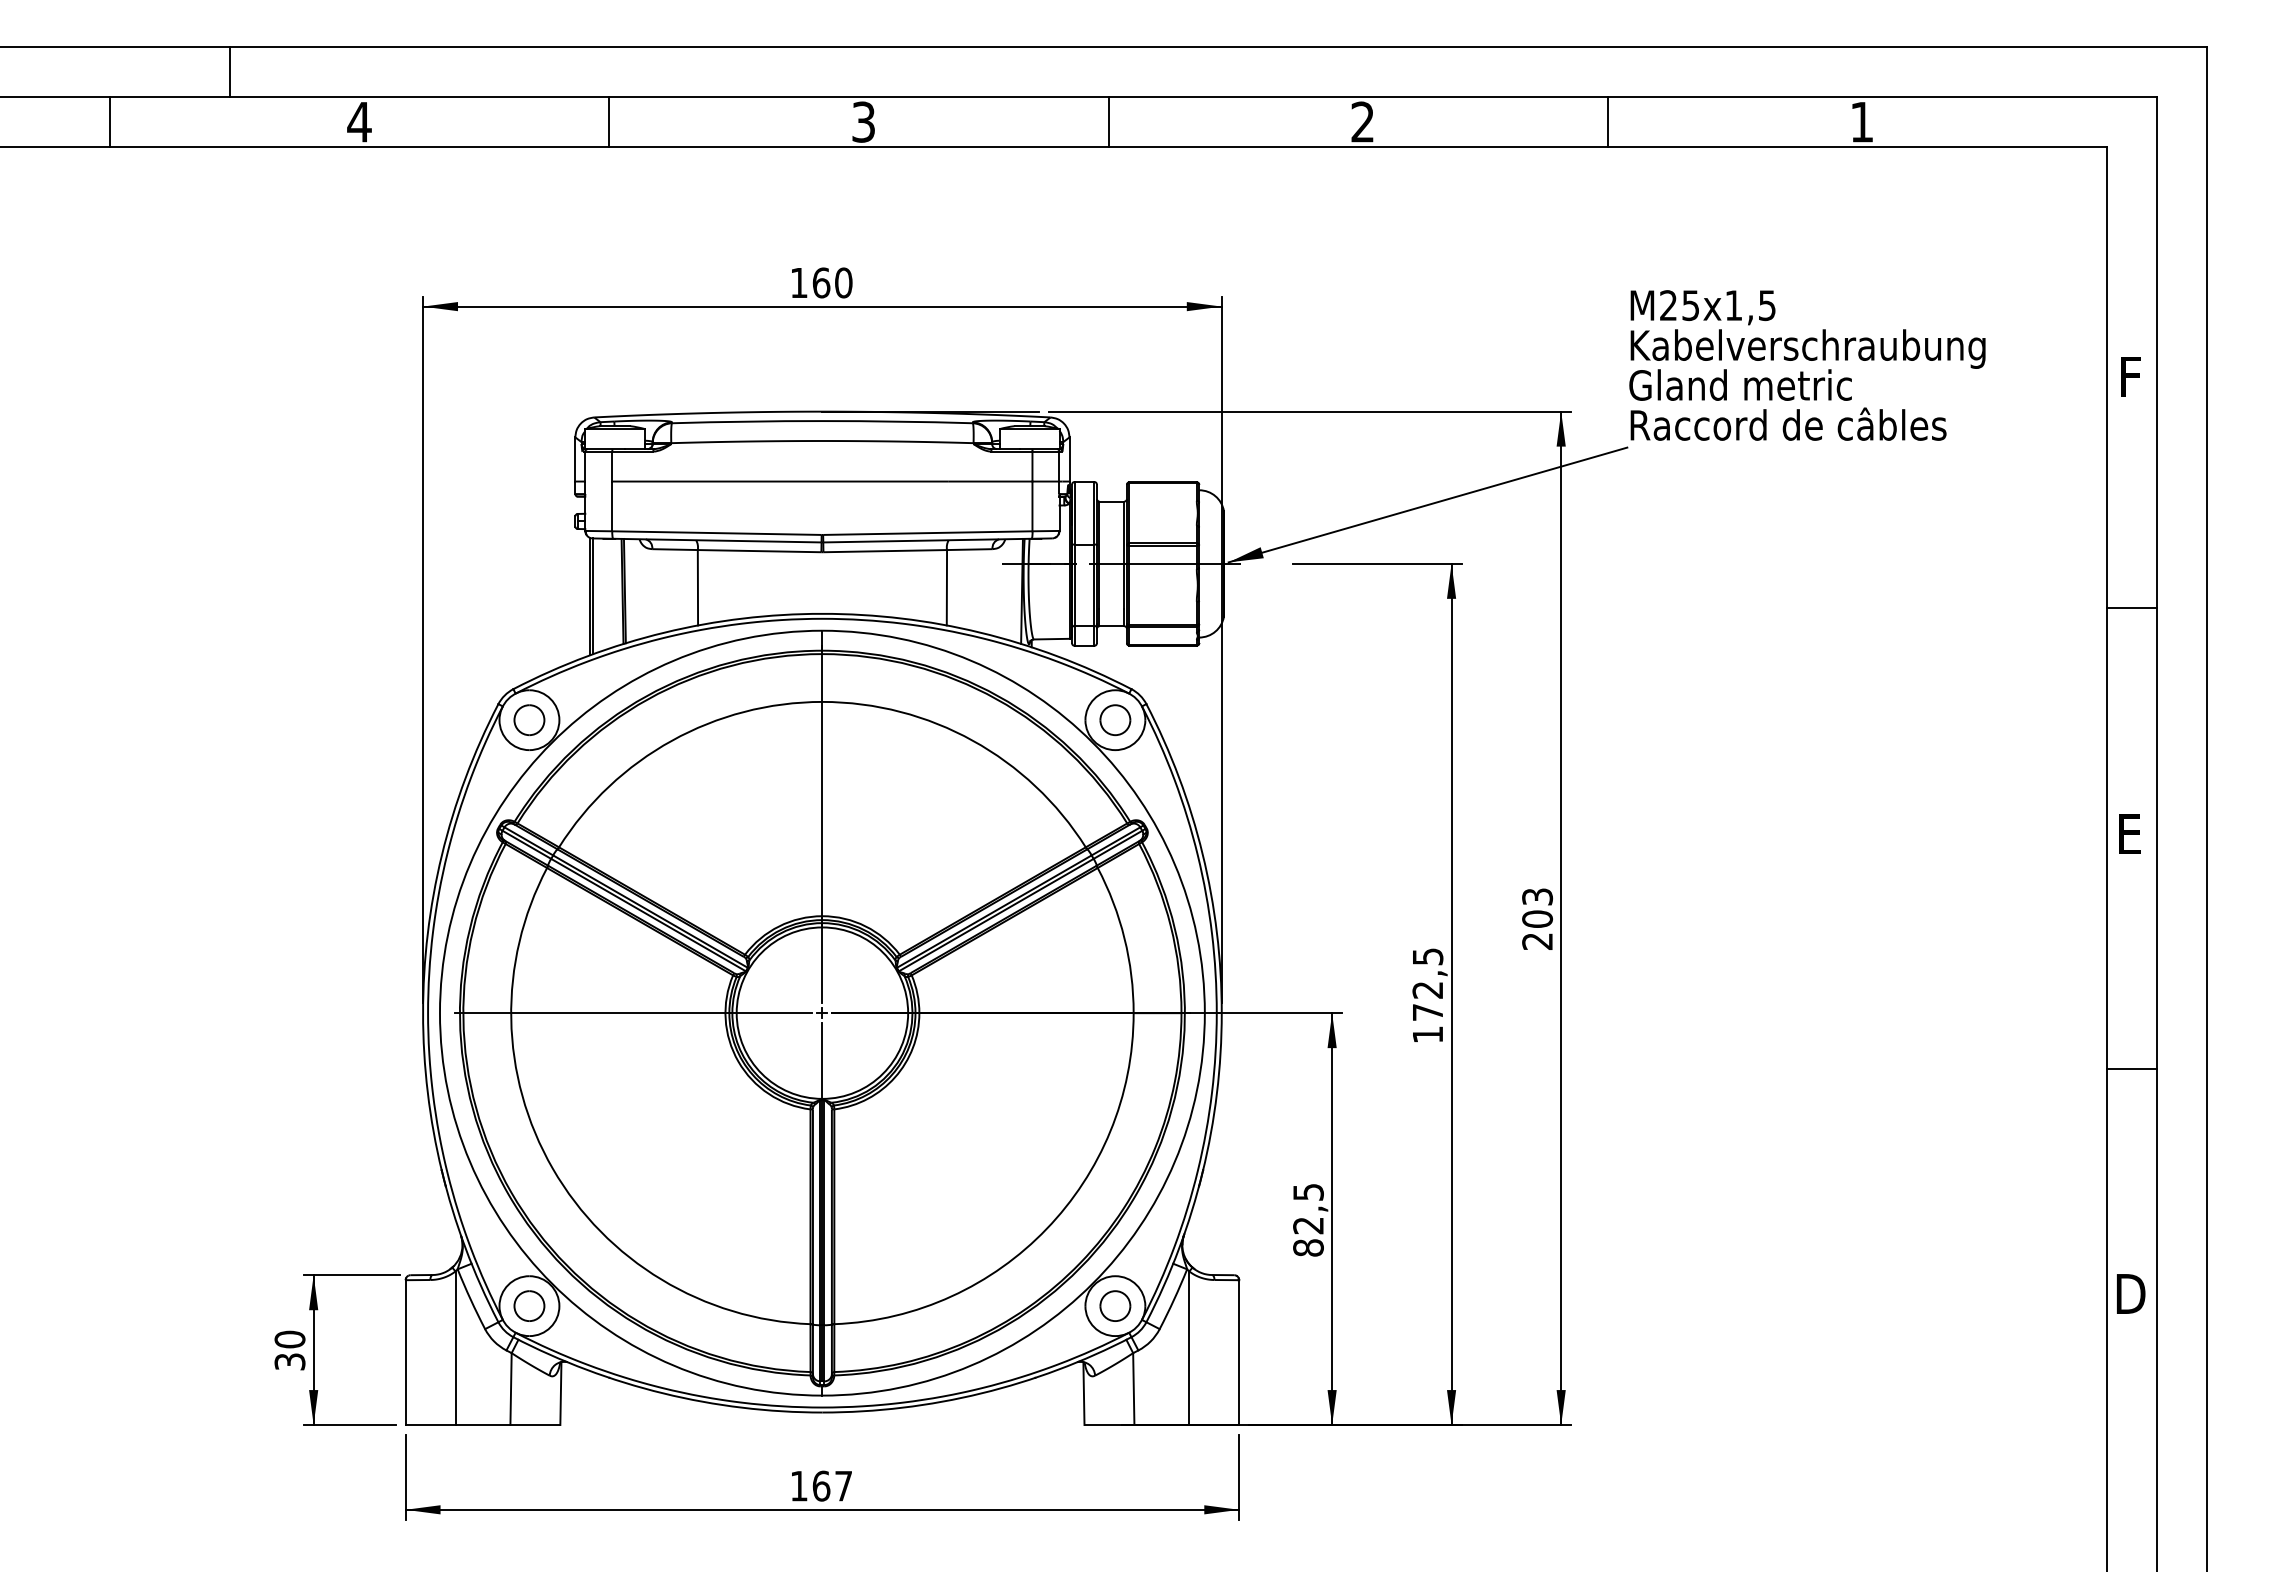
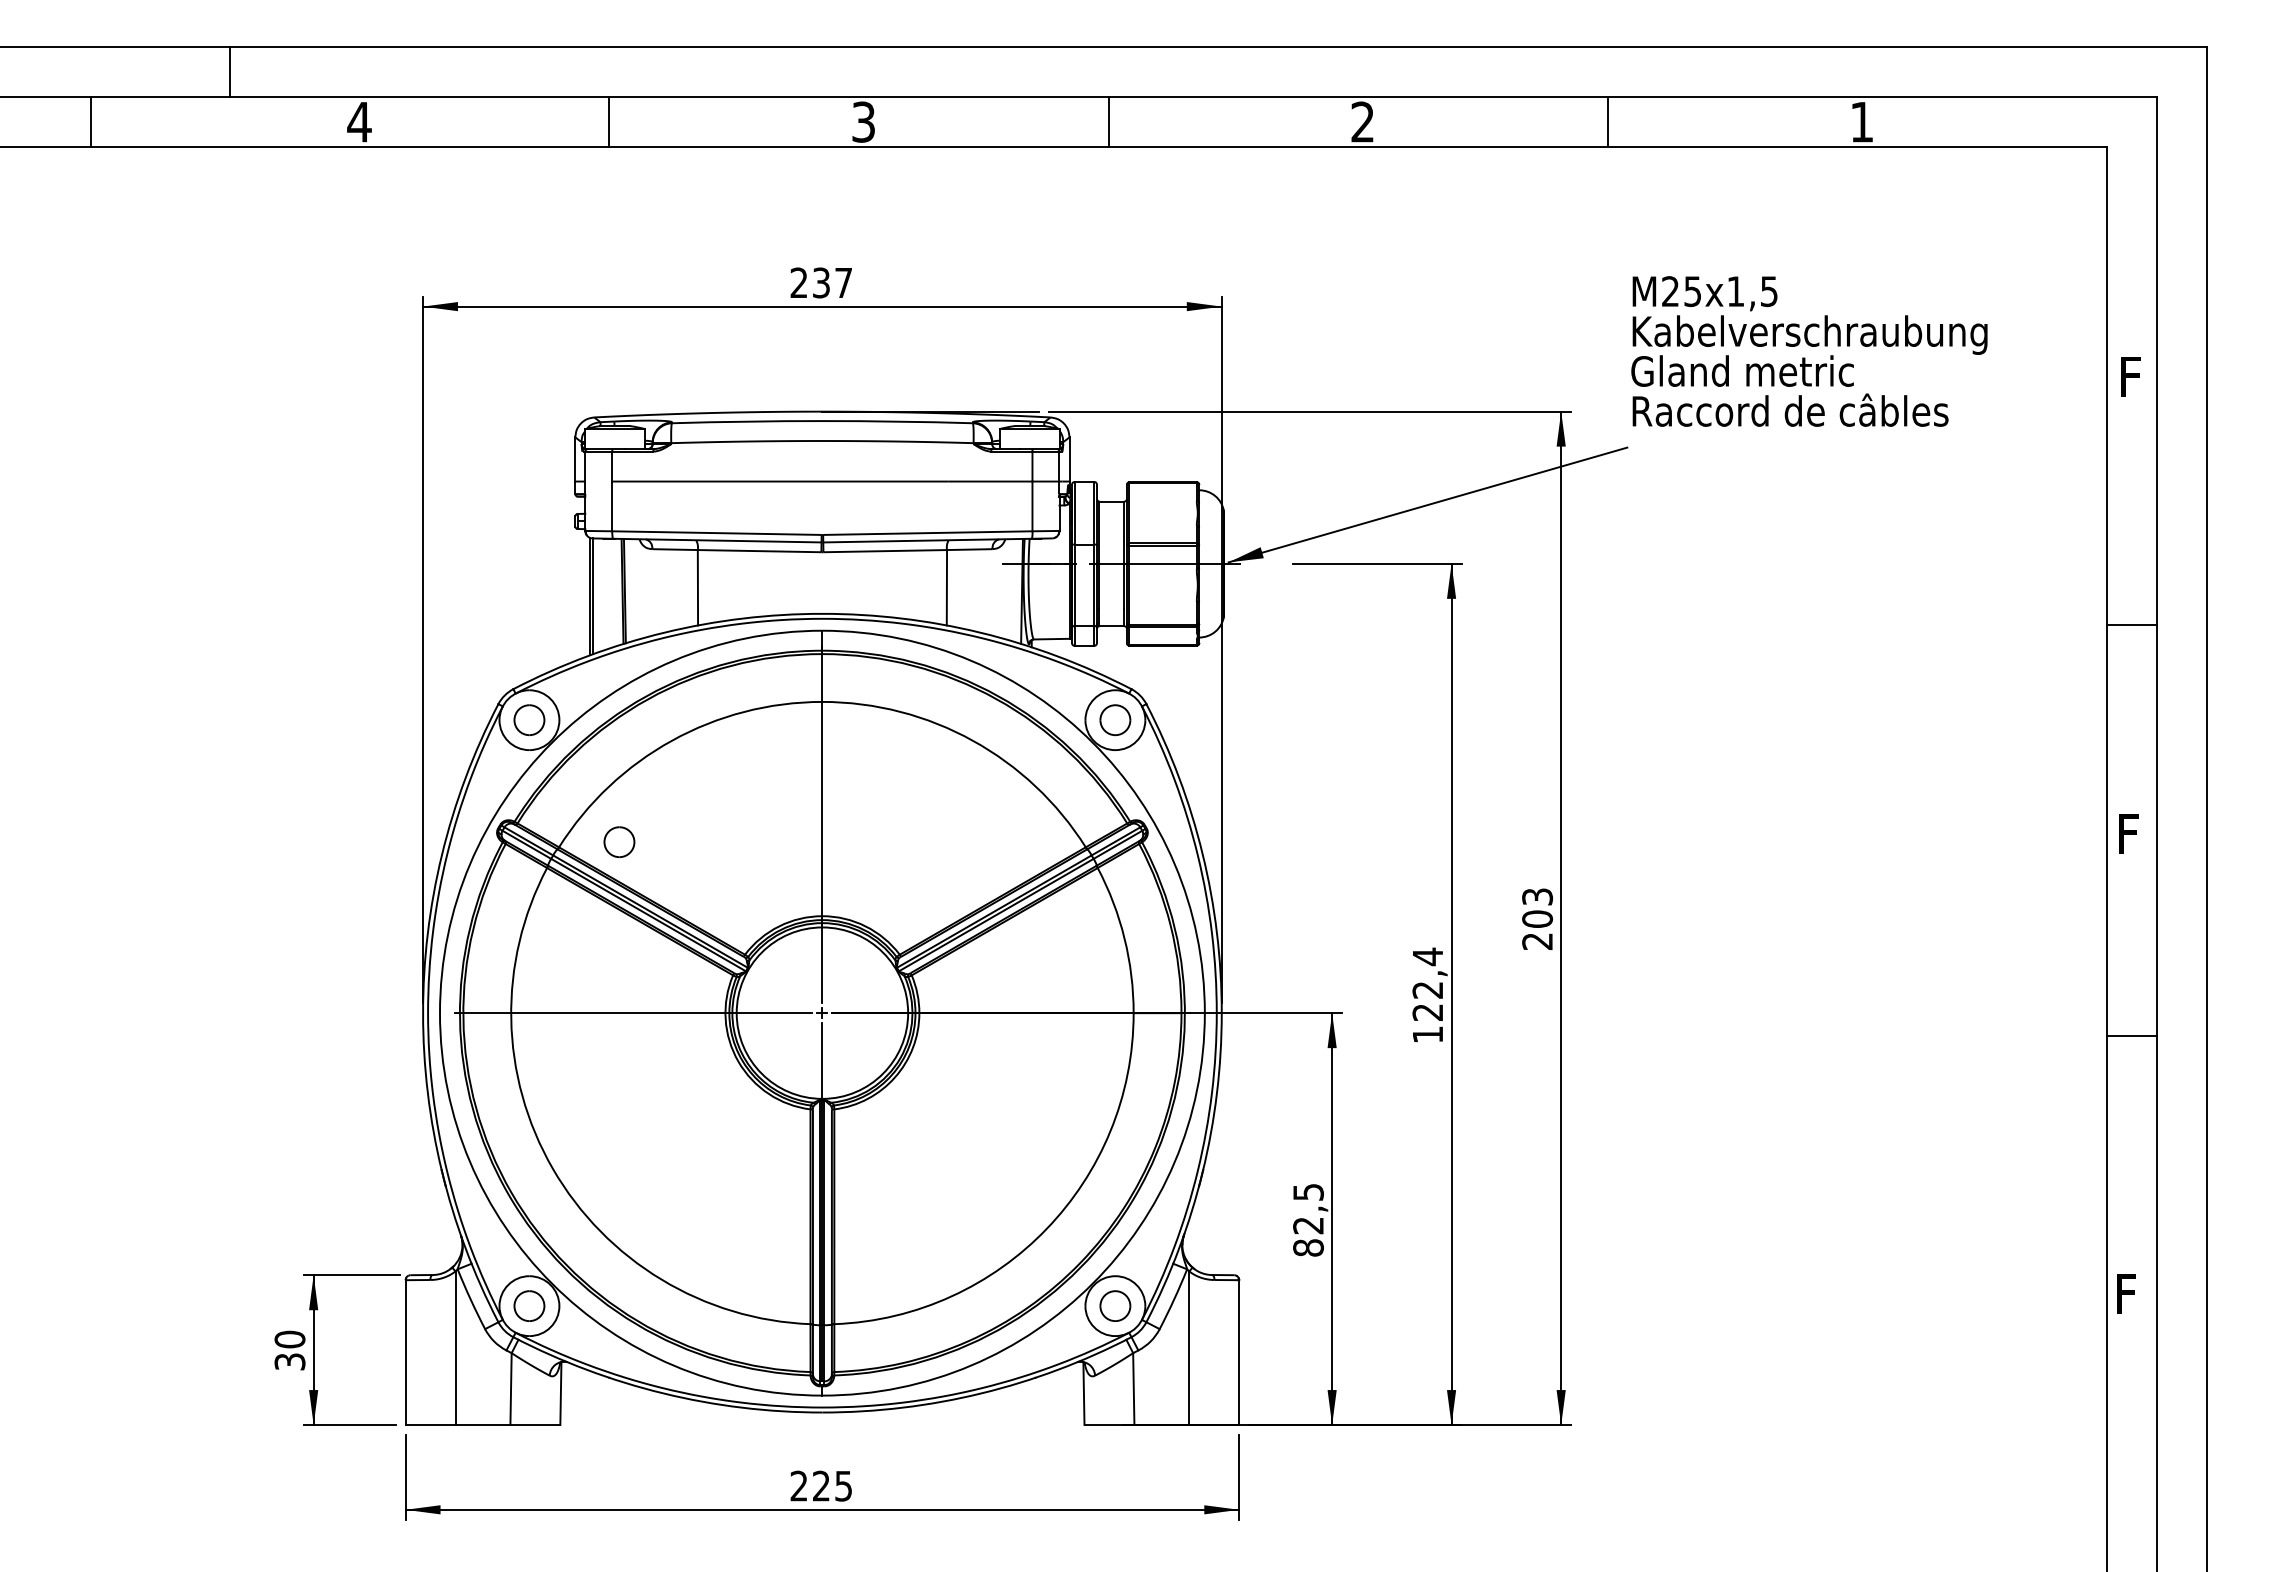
line at (110, 122) position: (110, 122) -> (91, 122)
text at (821, 282): 160 -> 237
part at (1807, 365) position: (1807, 365) -> (1809, 351)
line at (2131, 607) position: (2131, 607) -> (2131, 624)
text at (2132, 833): E -> F
part at (619, 842): none -> present
text at (1427, 983): 172,5 -> 122,4
line at (2131, 1068) position: (2131, 1068) -> (2131, 1035)
text at (2130, 1293): D -> F
text at (820, 1485): 167 -> 225
